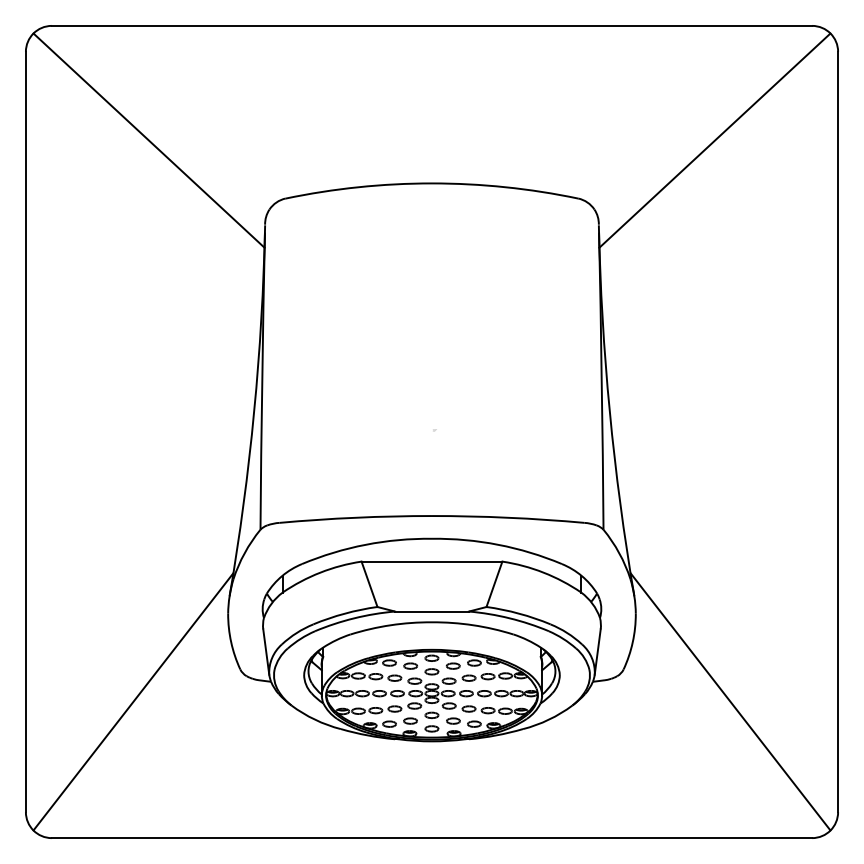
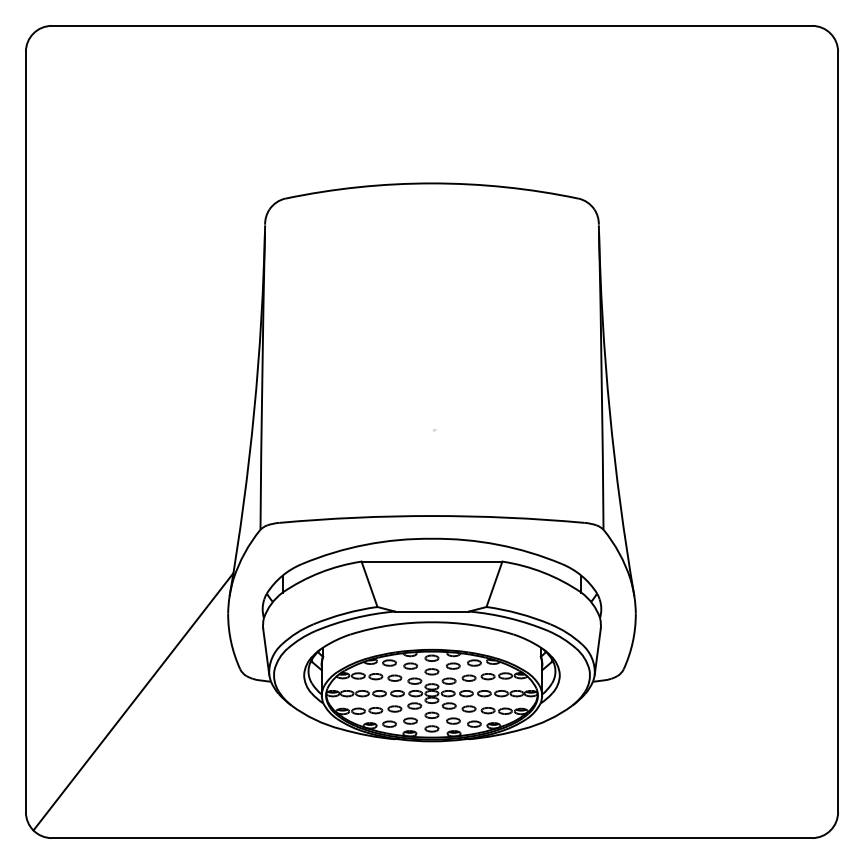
line at (148, 140): present -> none
line at (714, 140): present -> none
line at (730, 701): present -> none
